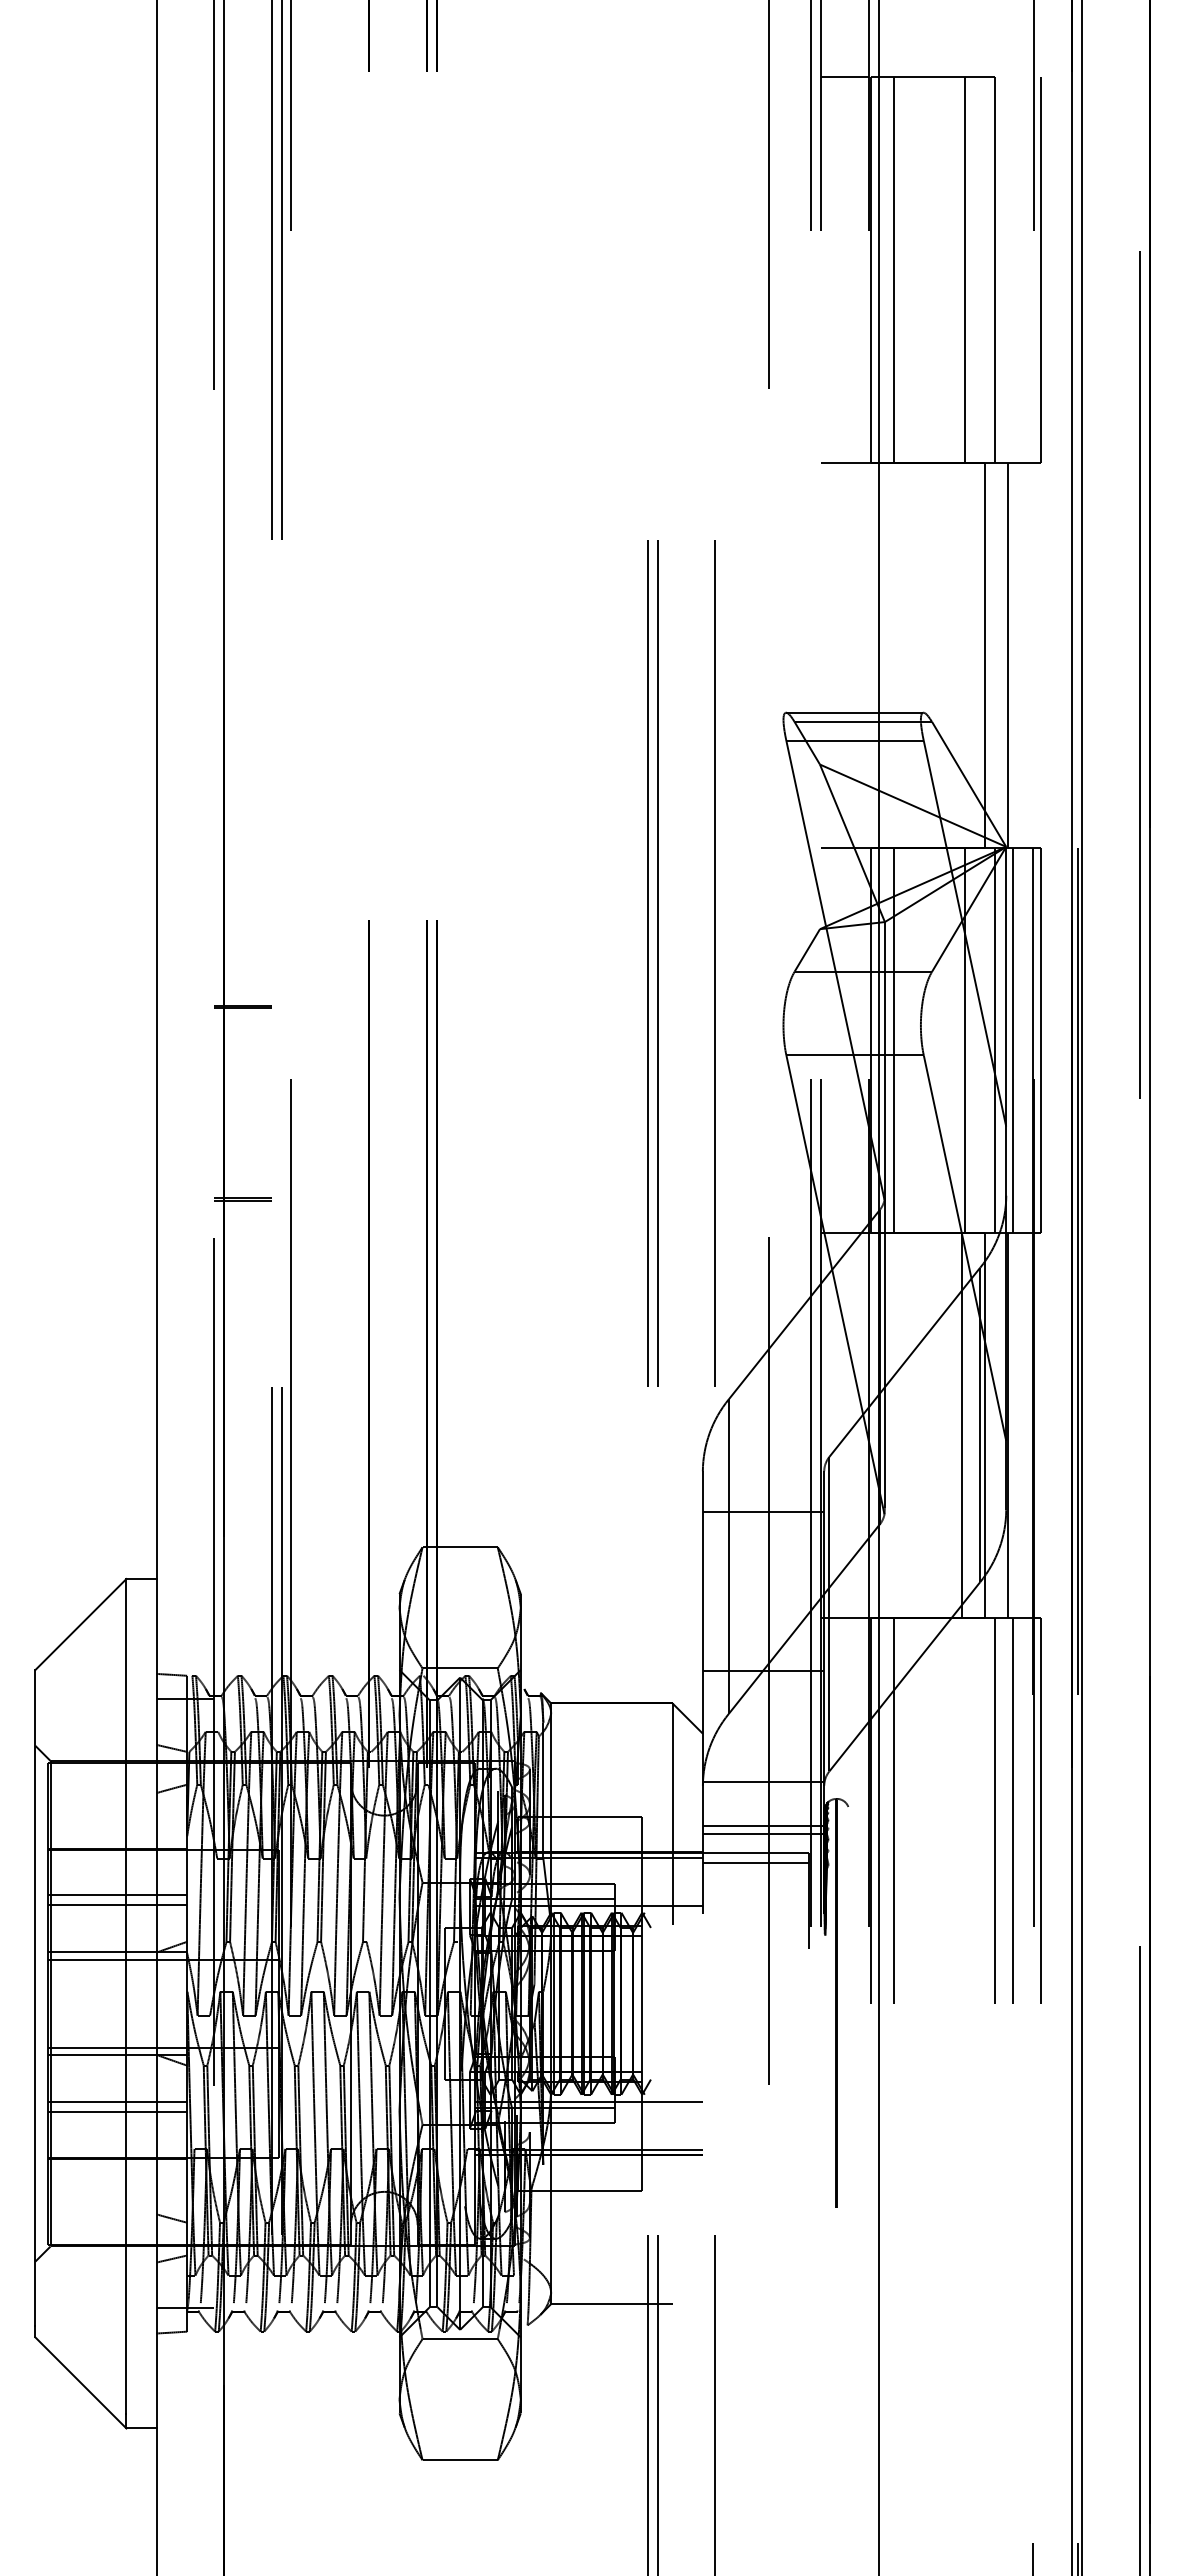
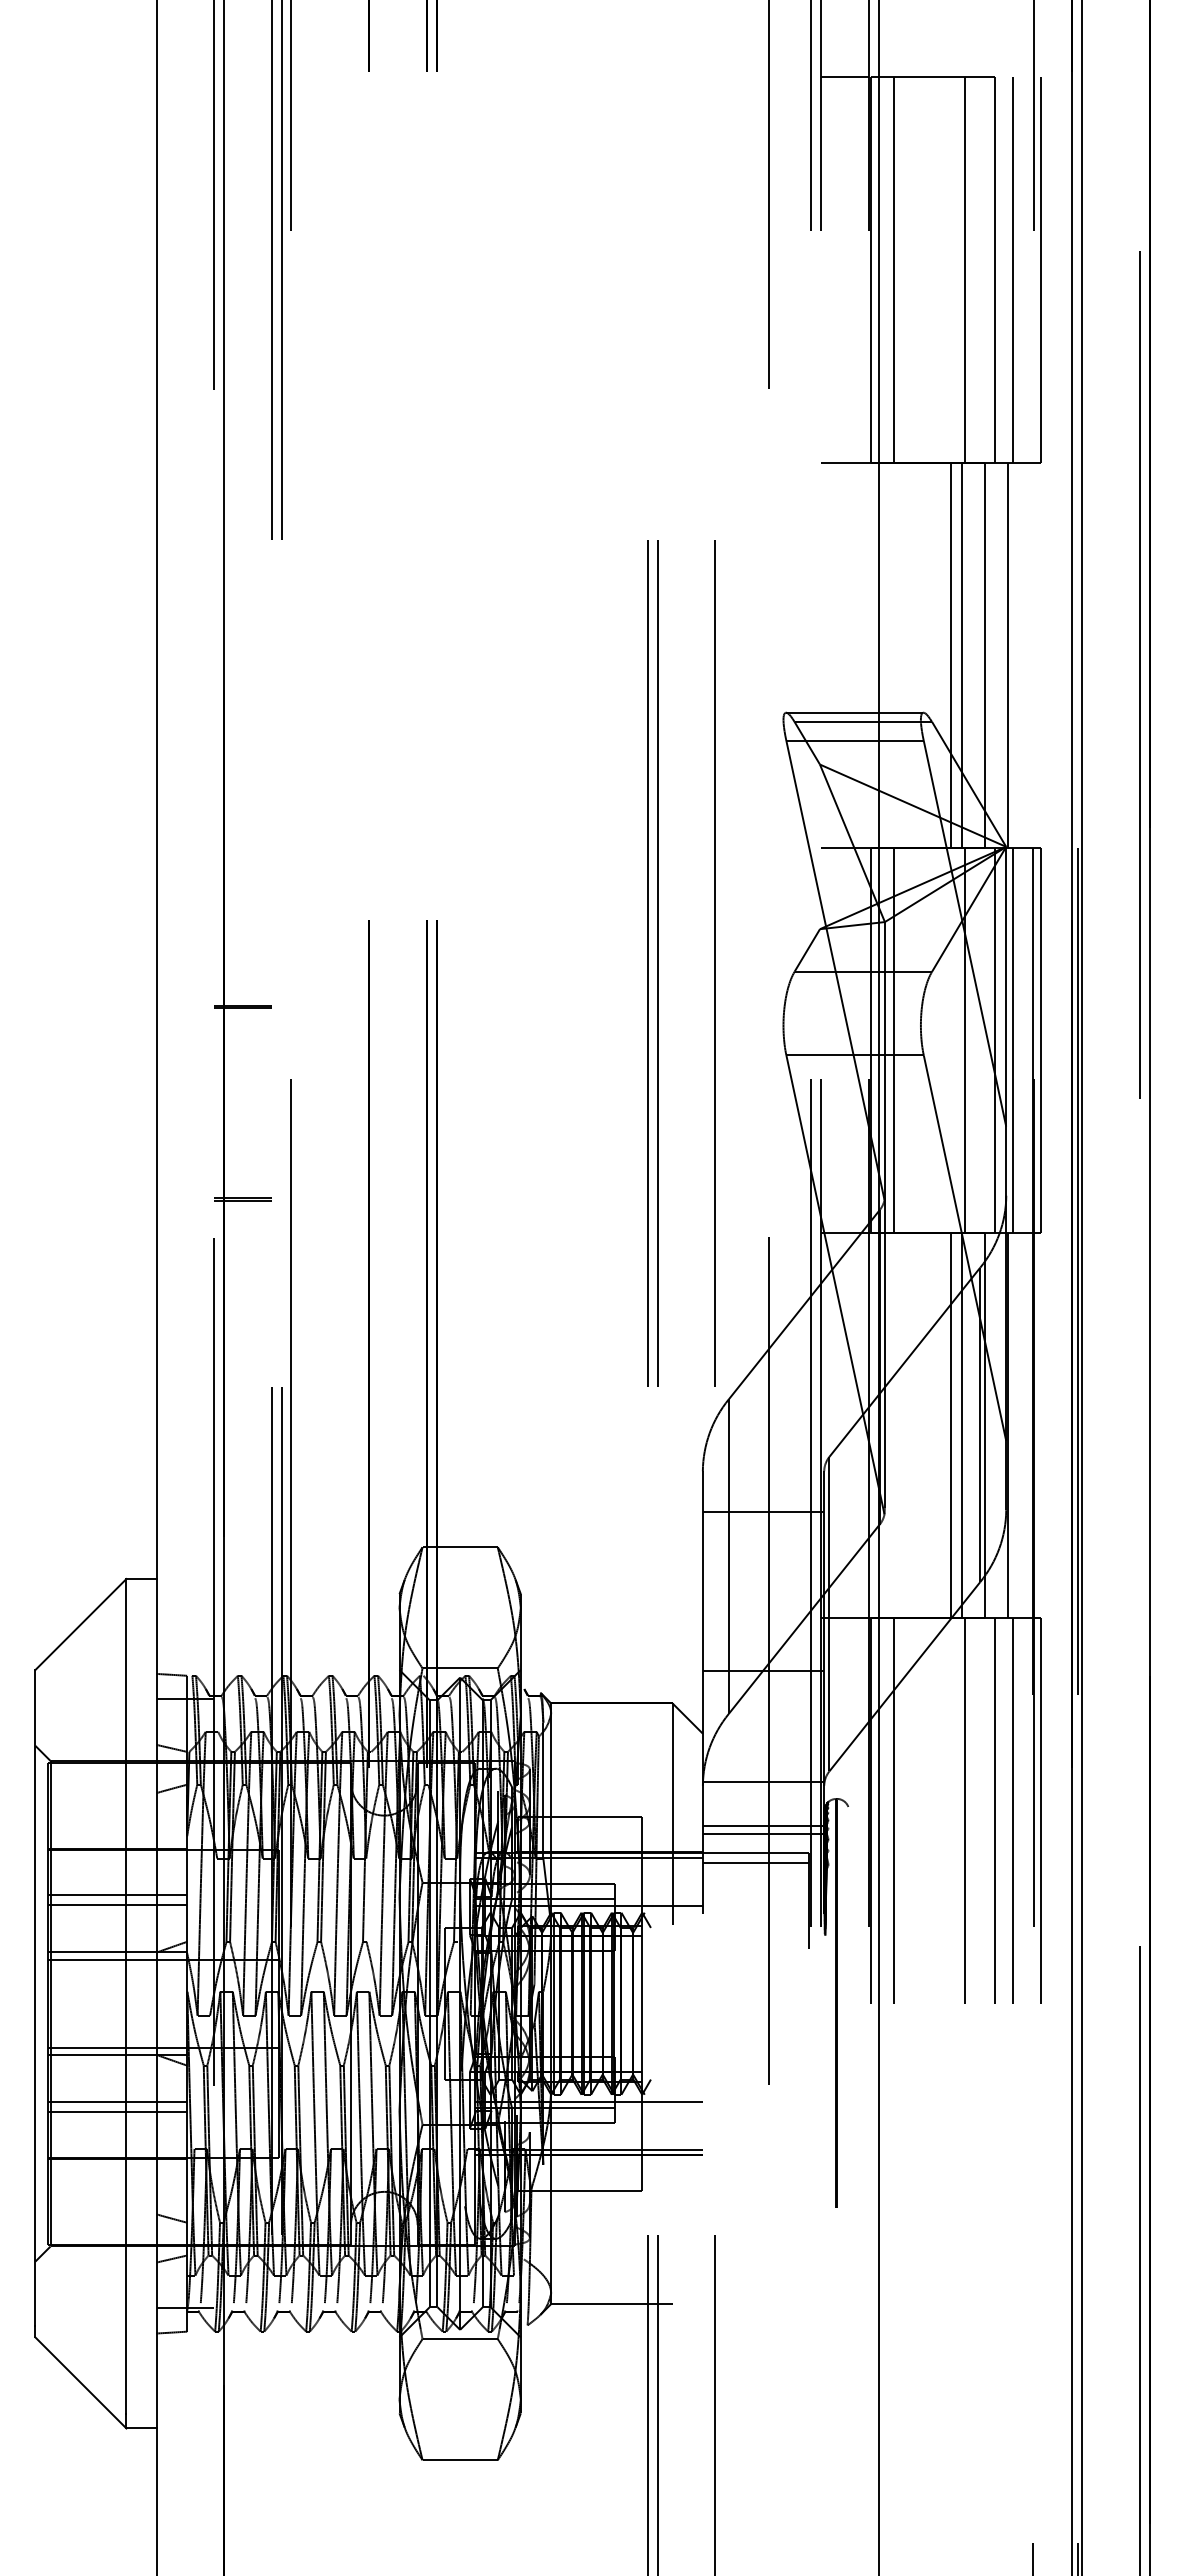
line at (1013, 269): none -> present
line at (951, 654): none -> present
line at (962, 654): none -> present
line at (951, 1425): none -> present
line at (965, 1810): none -> present
